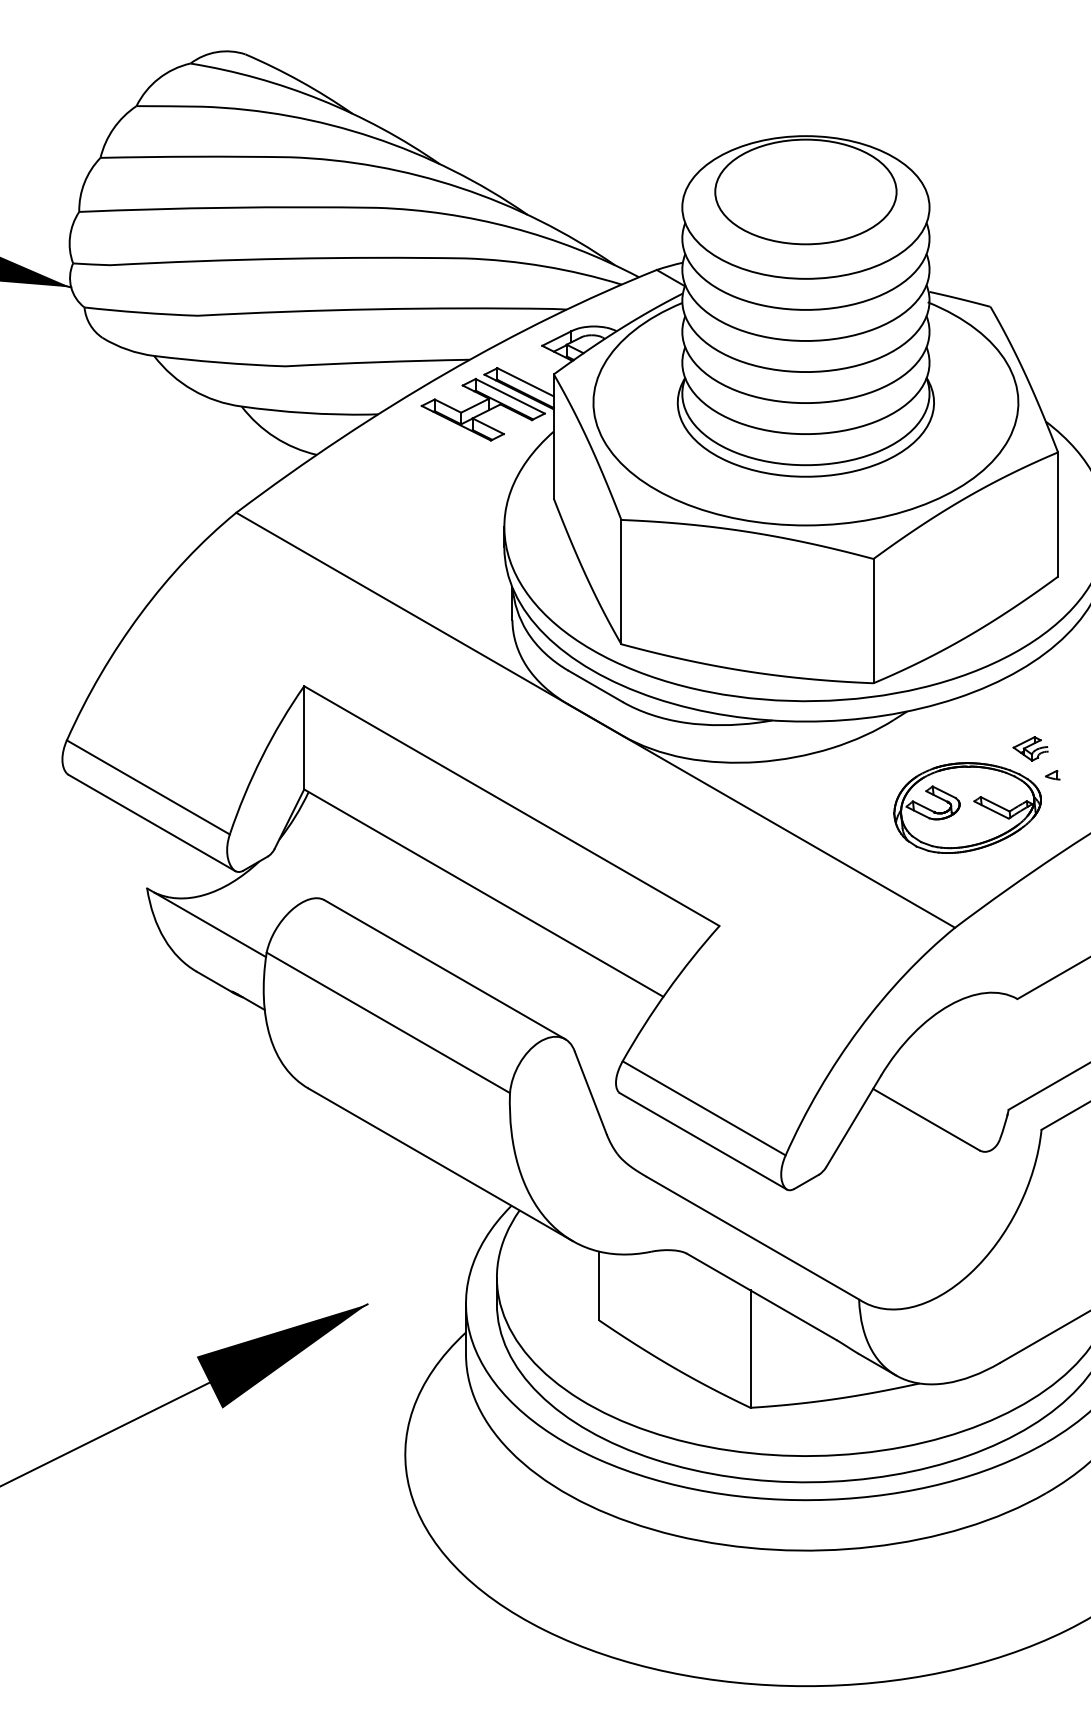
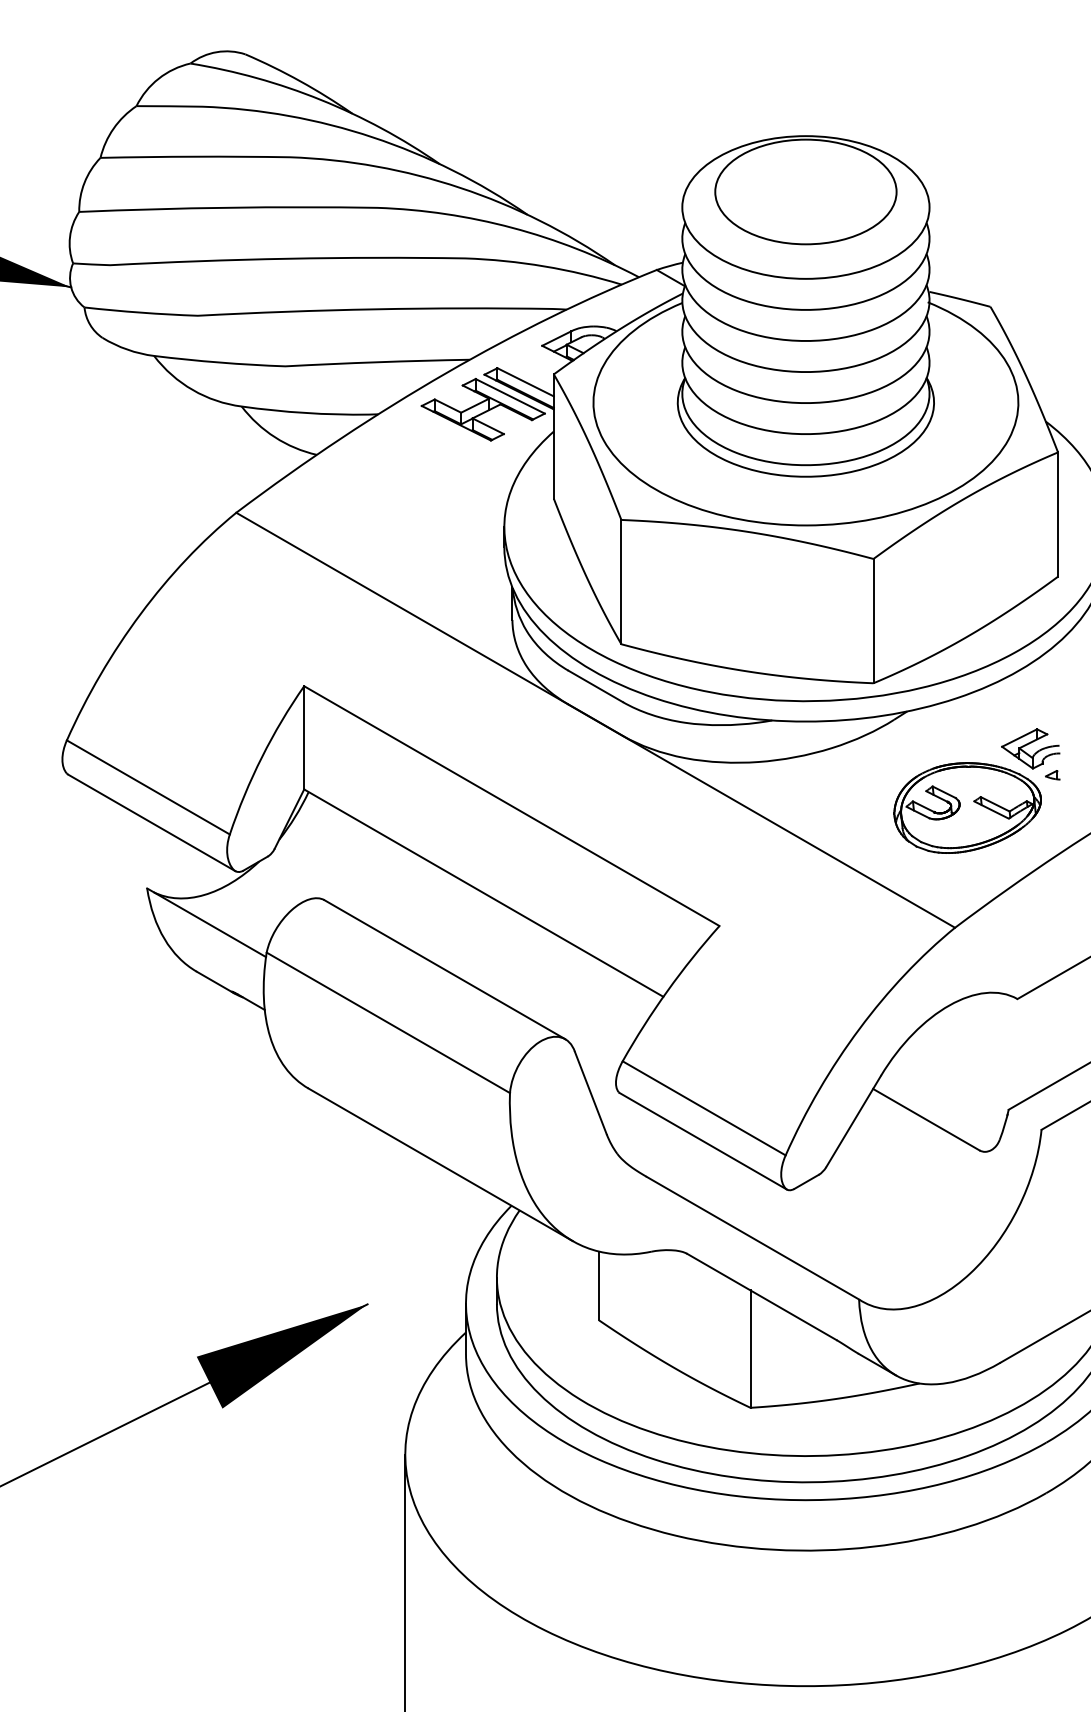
part at (1030, 748) size: 37x26 px -> 60x42 px
line at (405, 1581): none -> present
